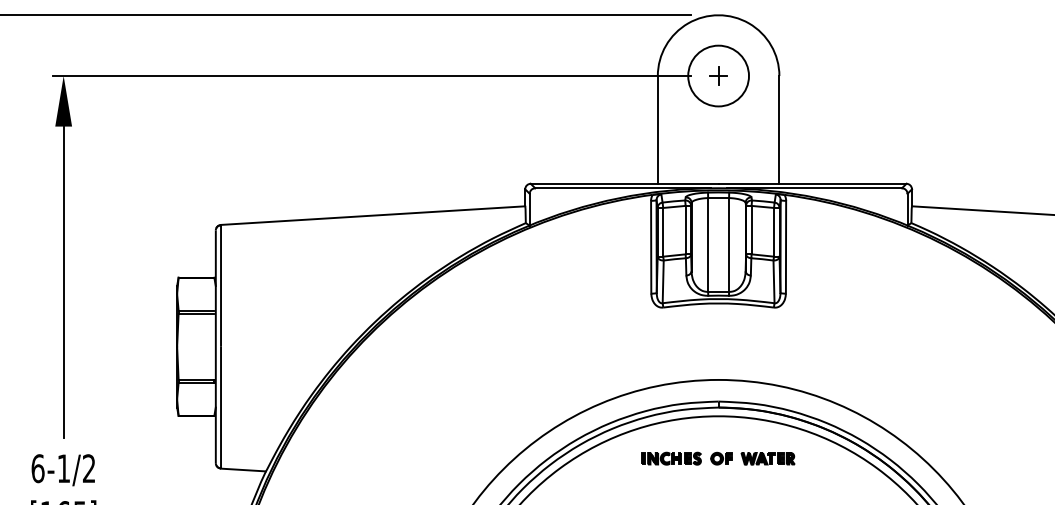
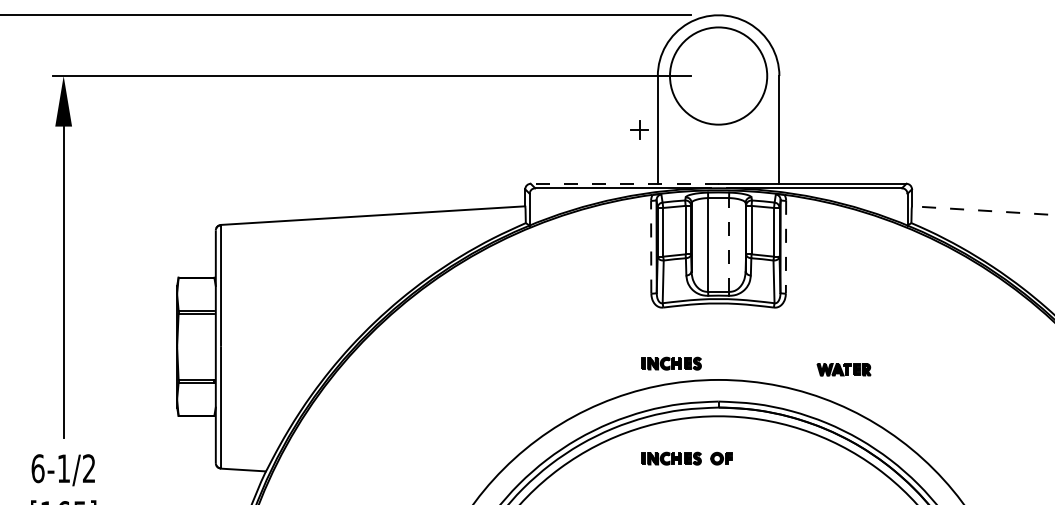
circle at (718, 75) diameter: 61 px -> 97 px
part at (718, 75) position: (718, 75) -> (639, 129)
line at (624, 183): solid -> dashed
line at (982, 210): solid -> dashed
line at (729, 244): solid -> dashed
line at (651, 246): solid -> dashed
line at (786, 247): solid -> dashed
part at (671, 363): none -> present
part at (767, 458) position: (767, 458) -> (843, 369)
